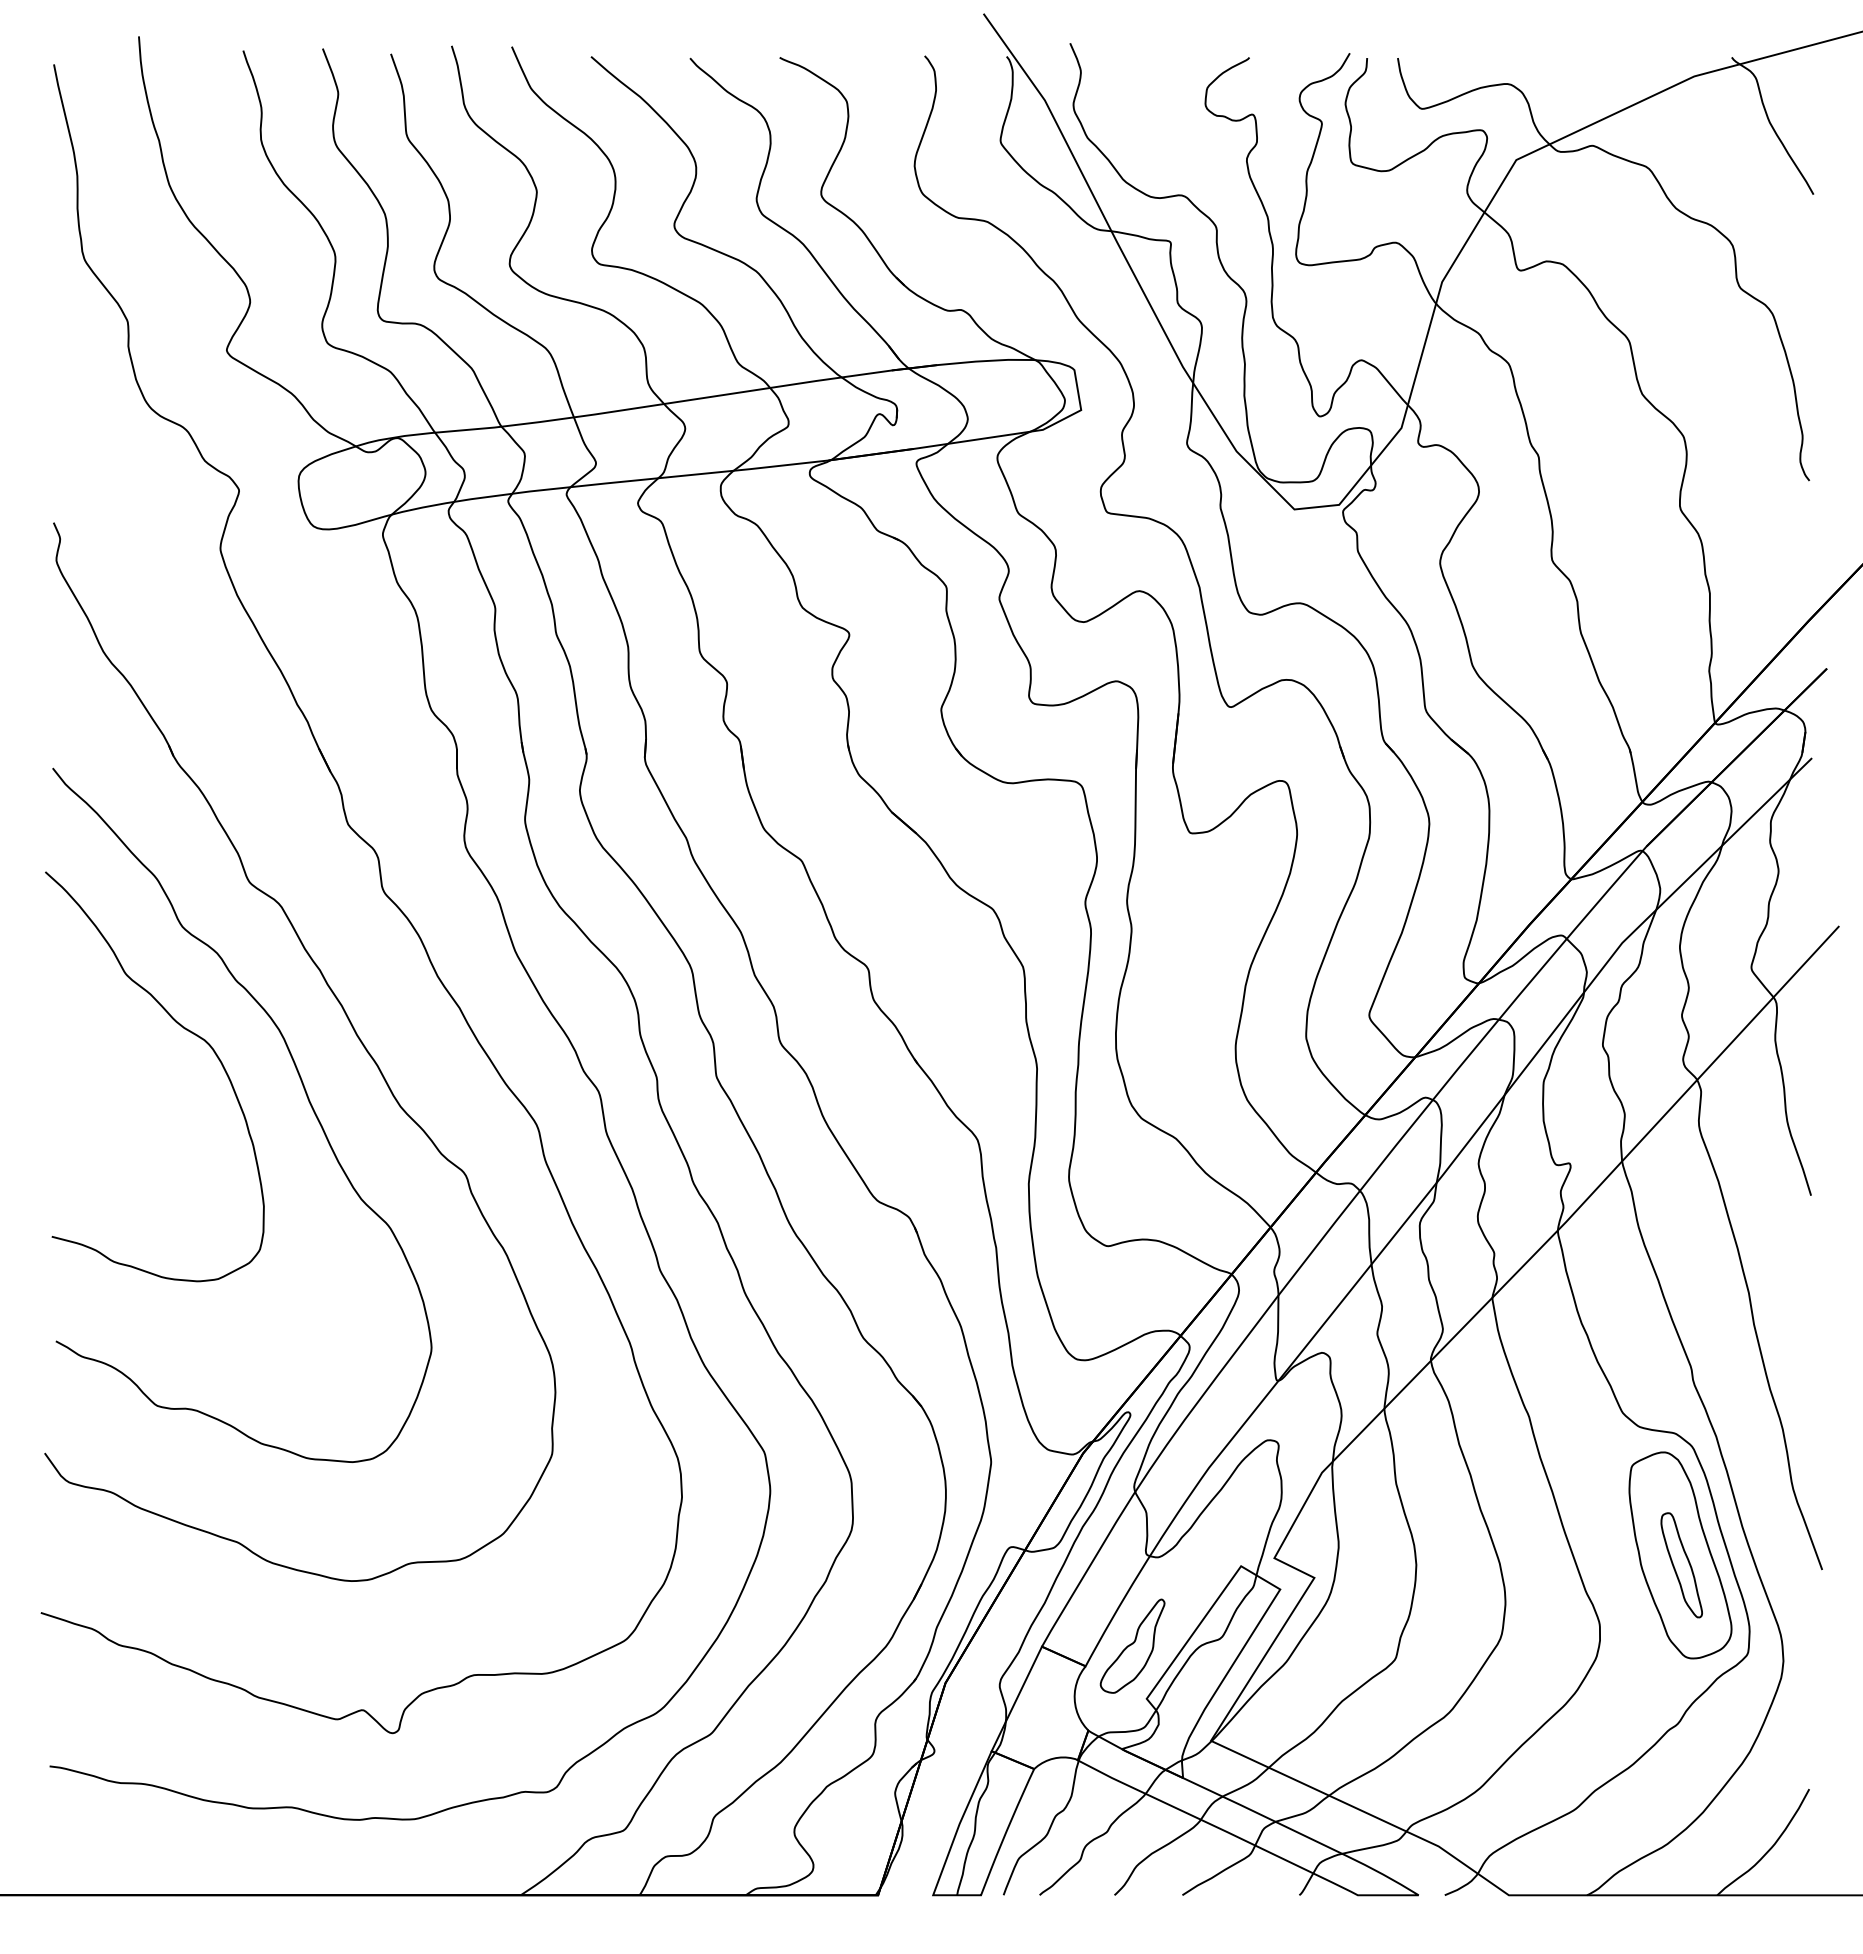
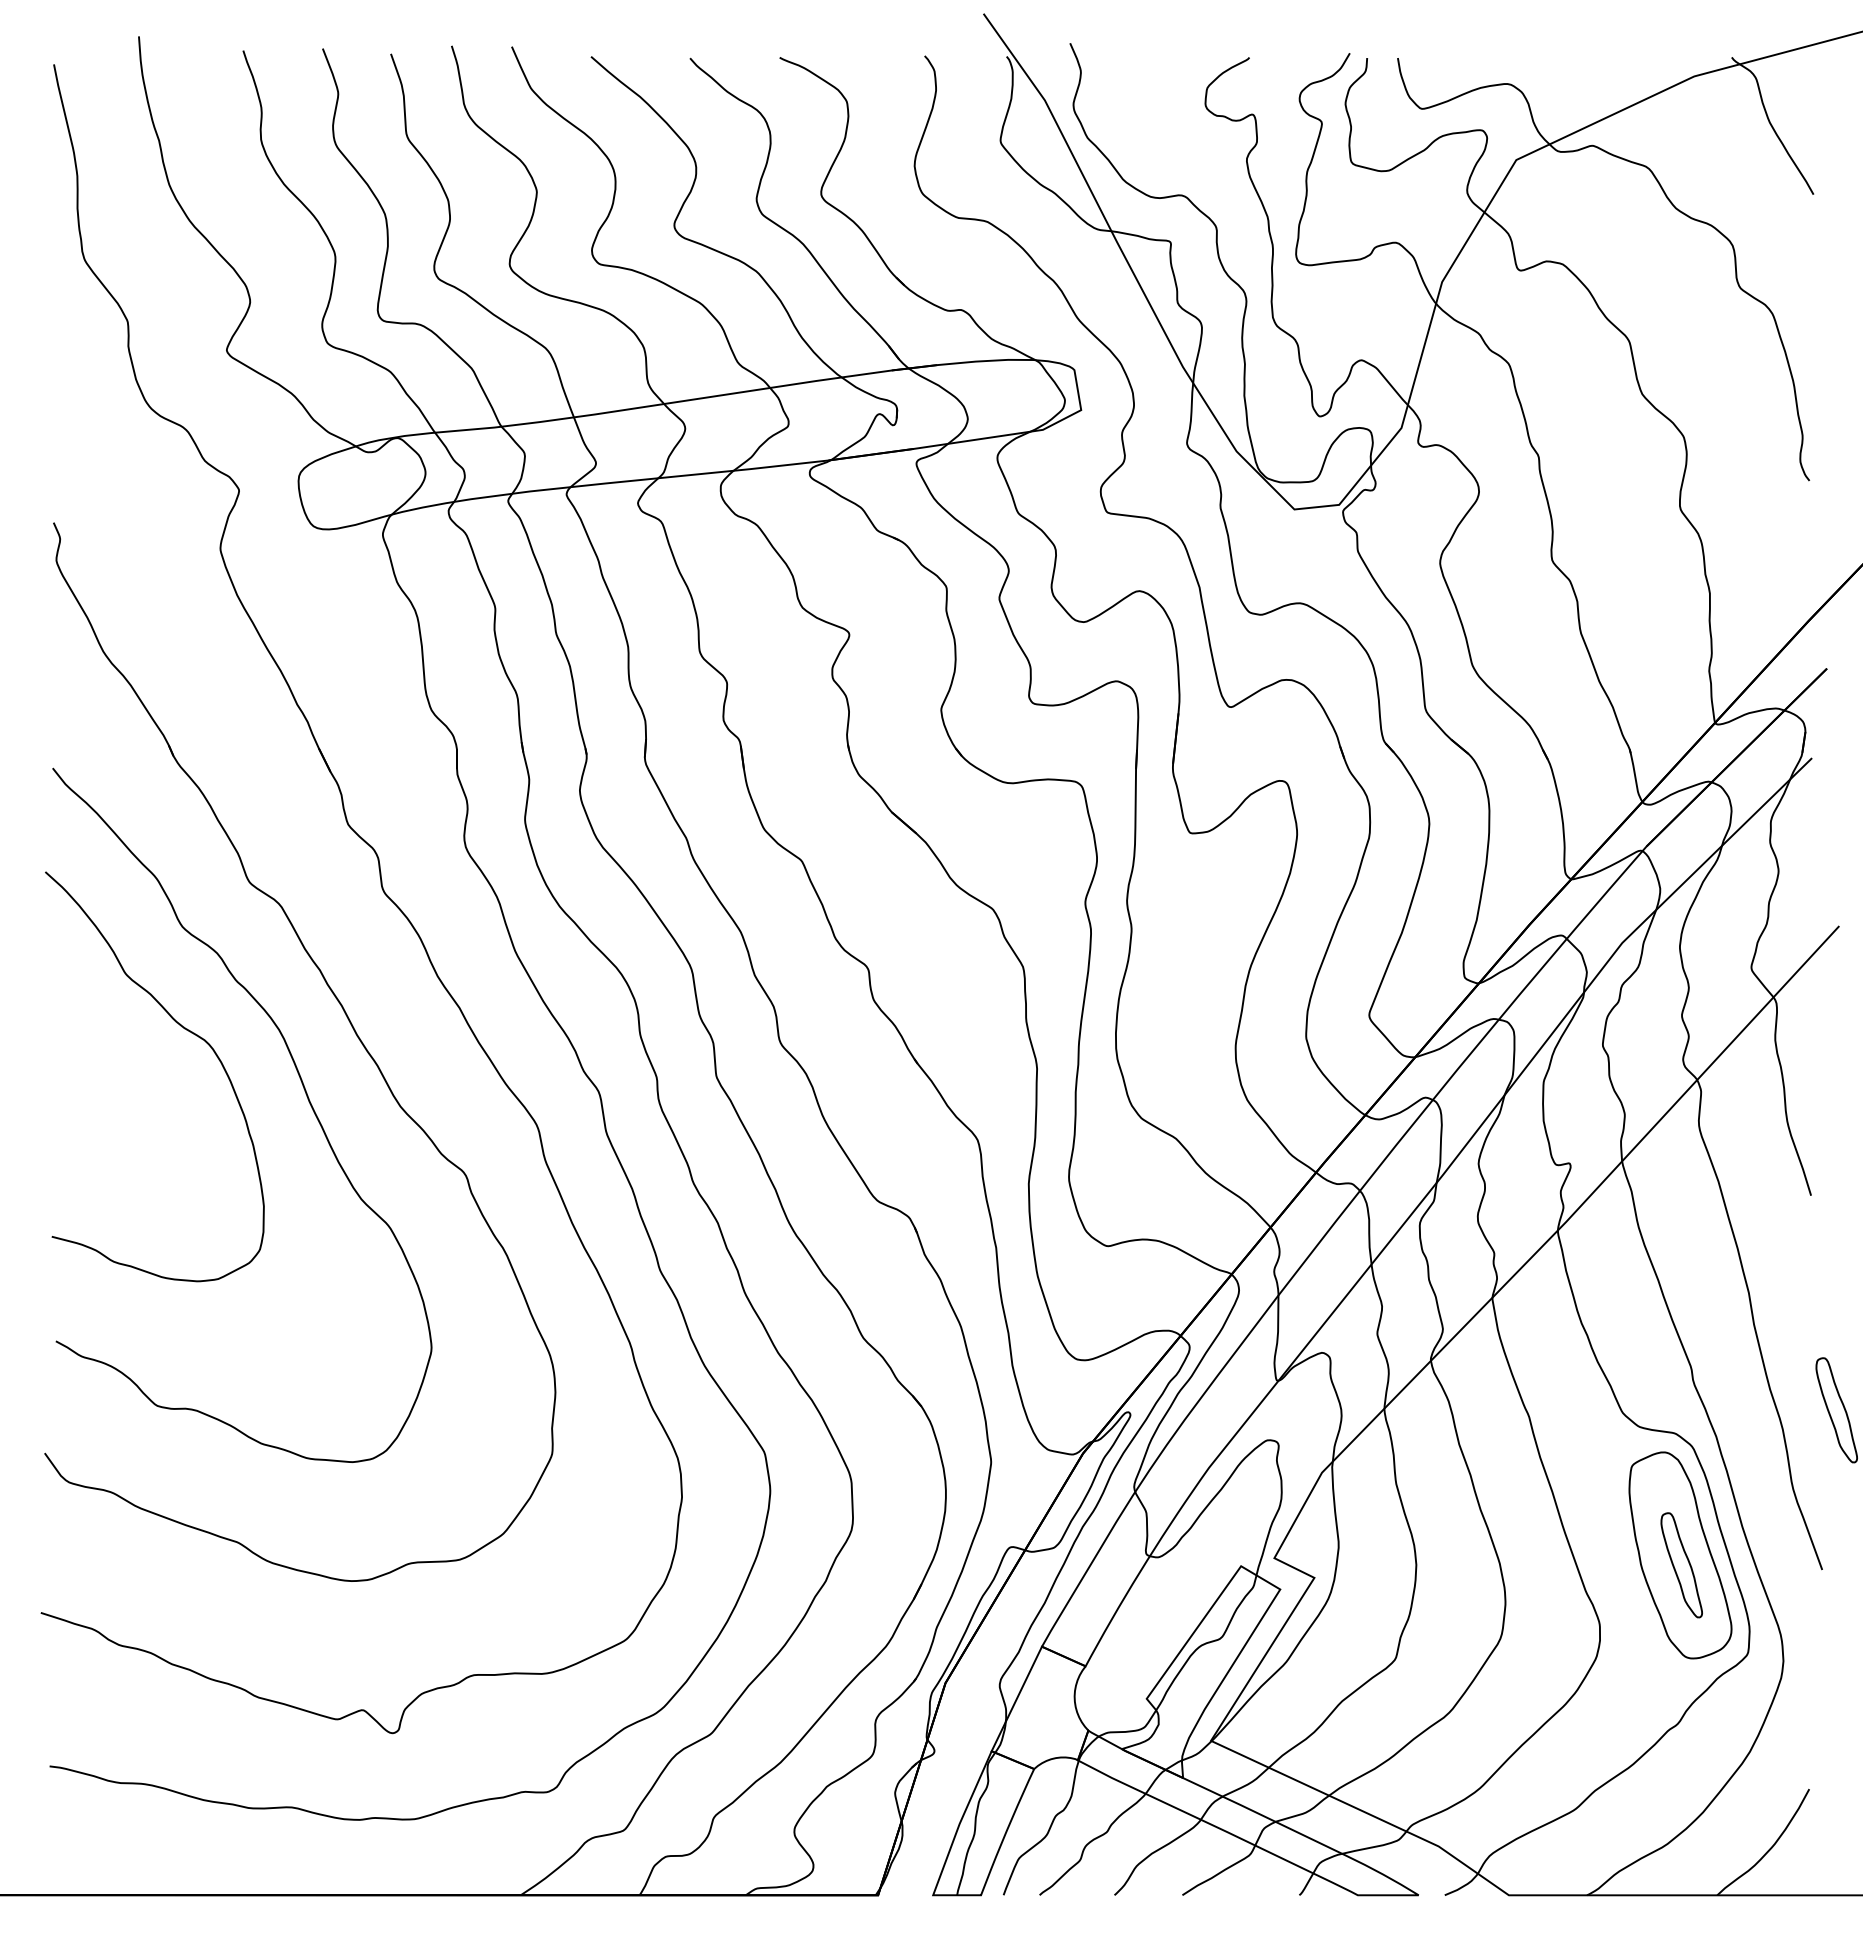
part at (1836, 1410): none -> present
part at (1132, 1645): present -> none
